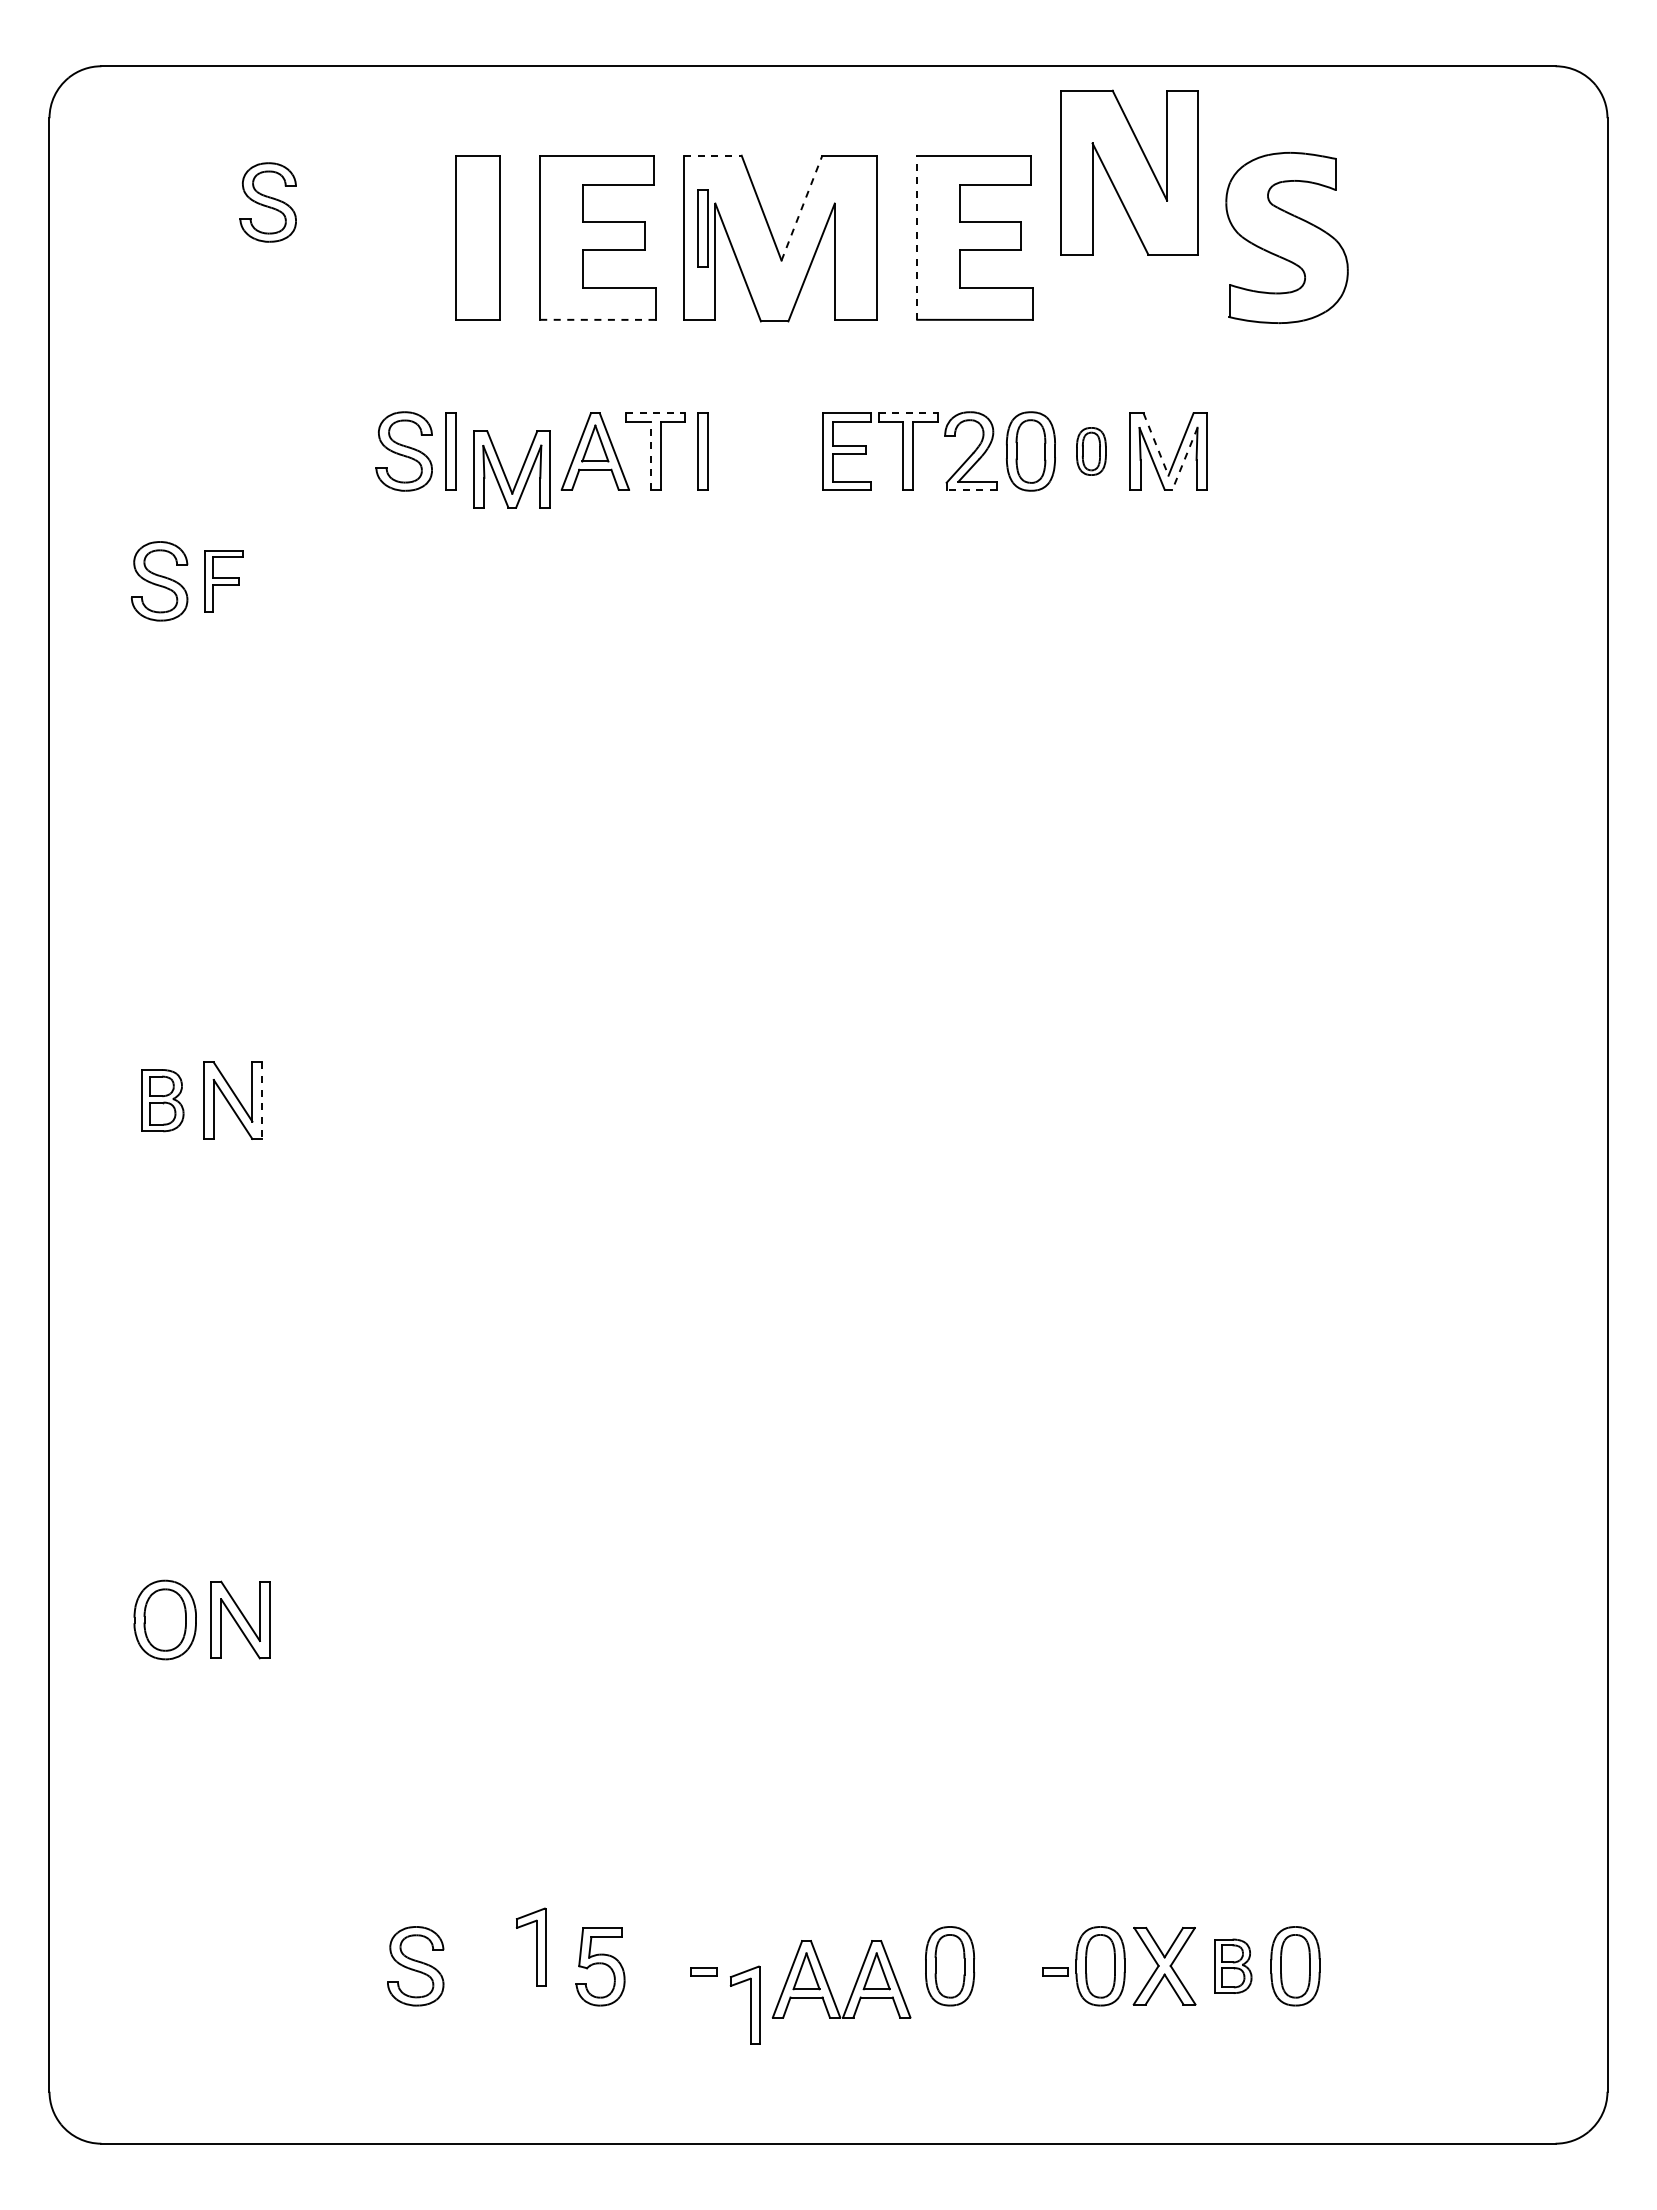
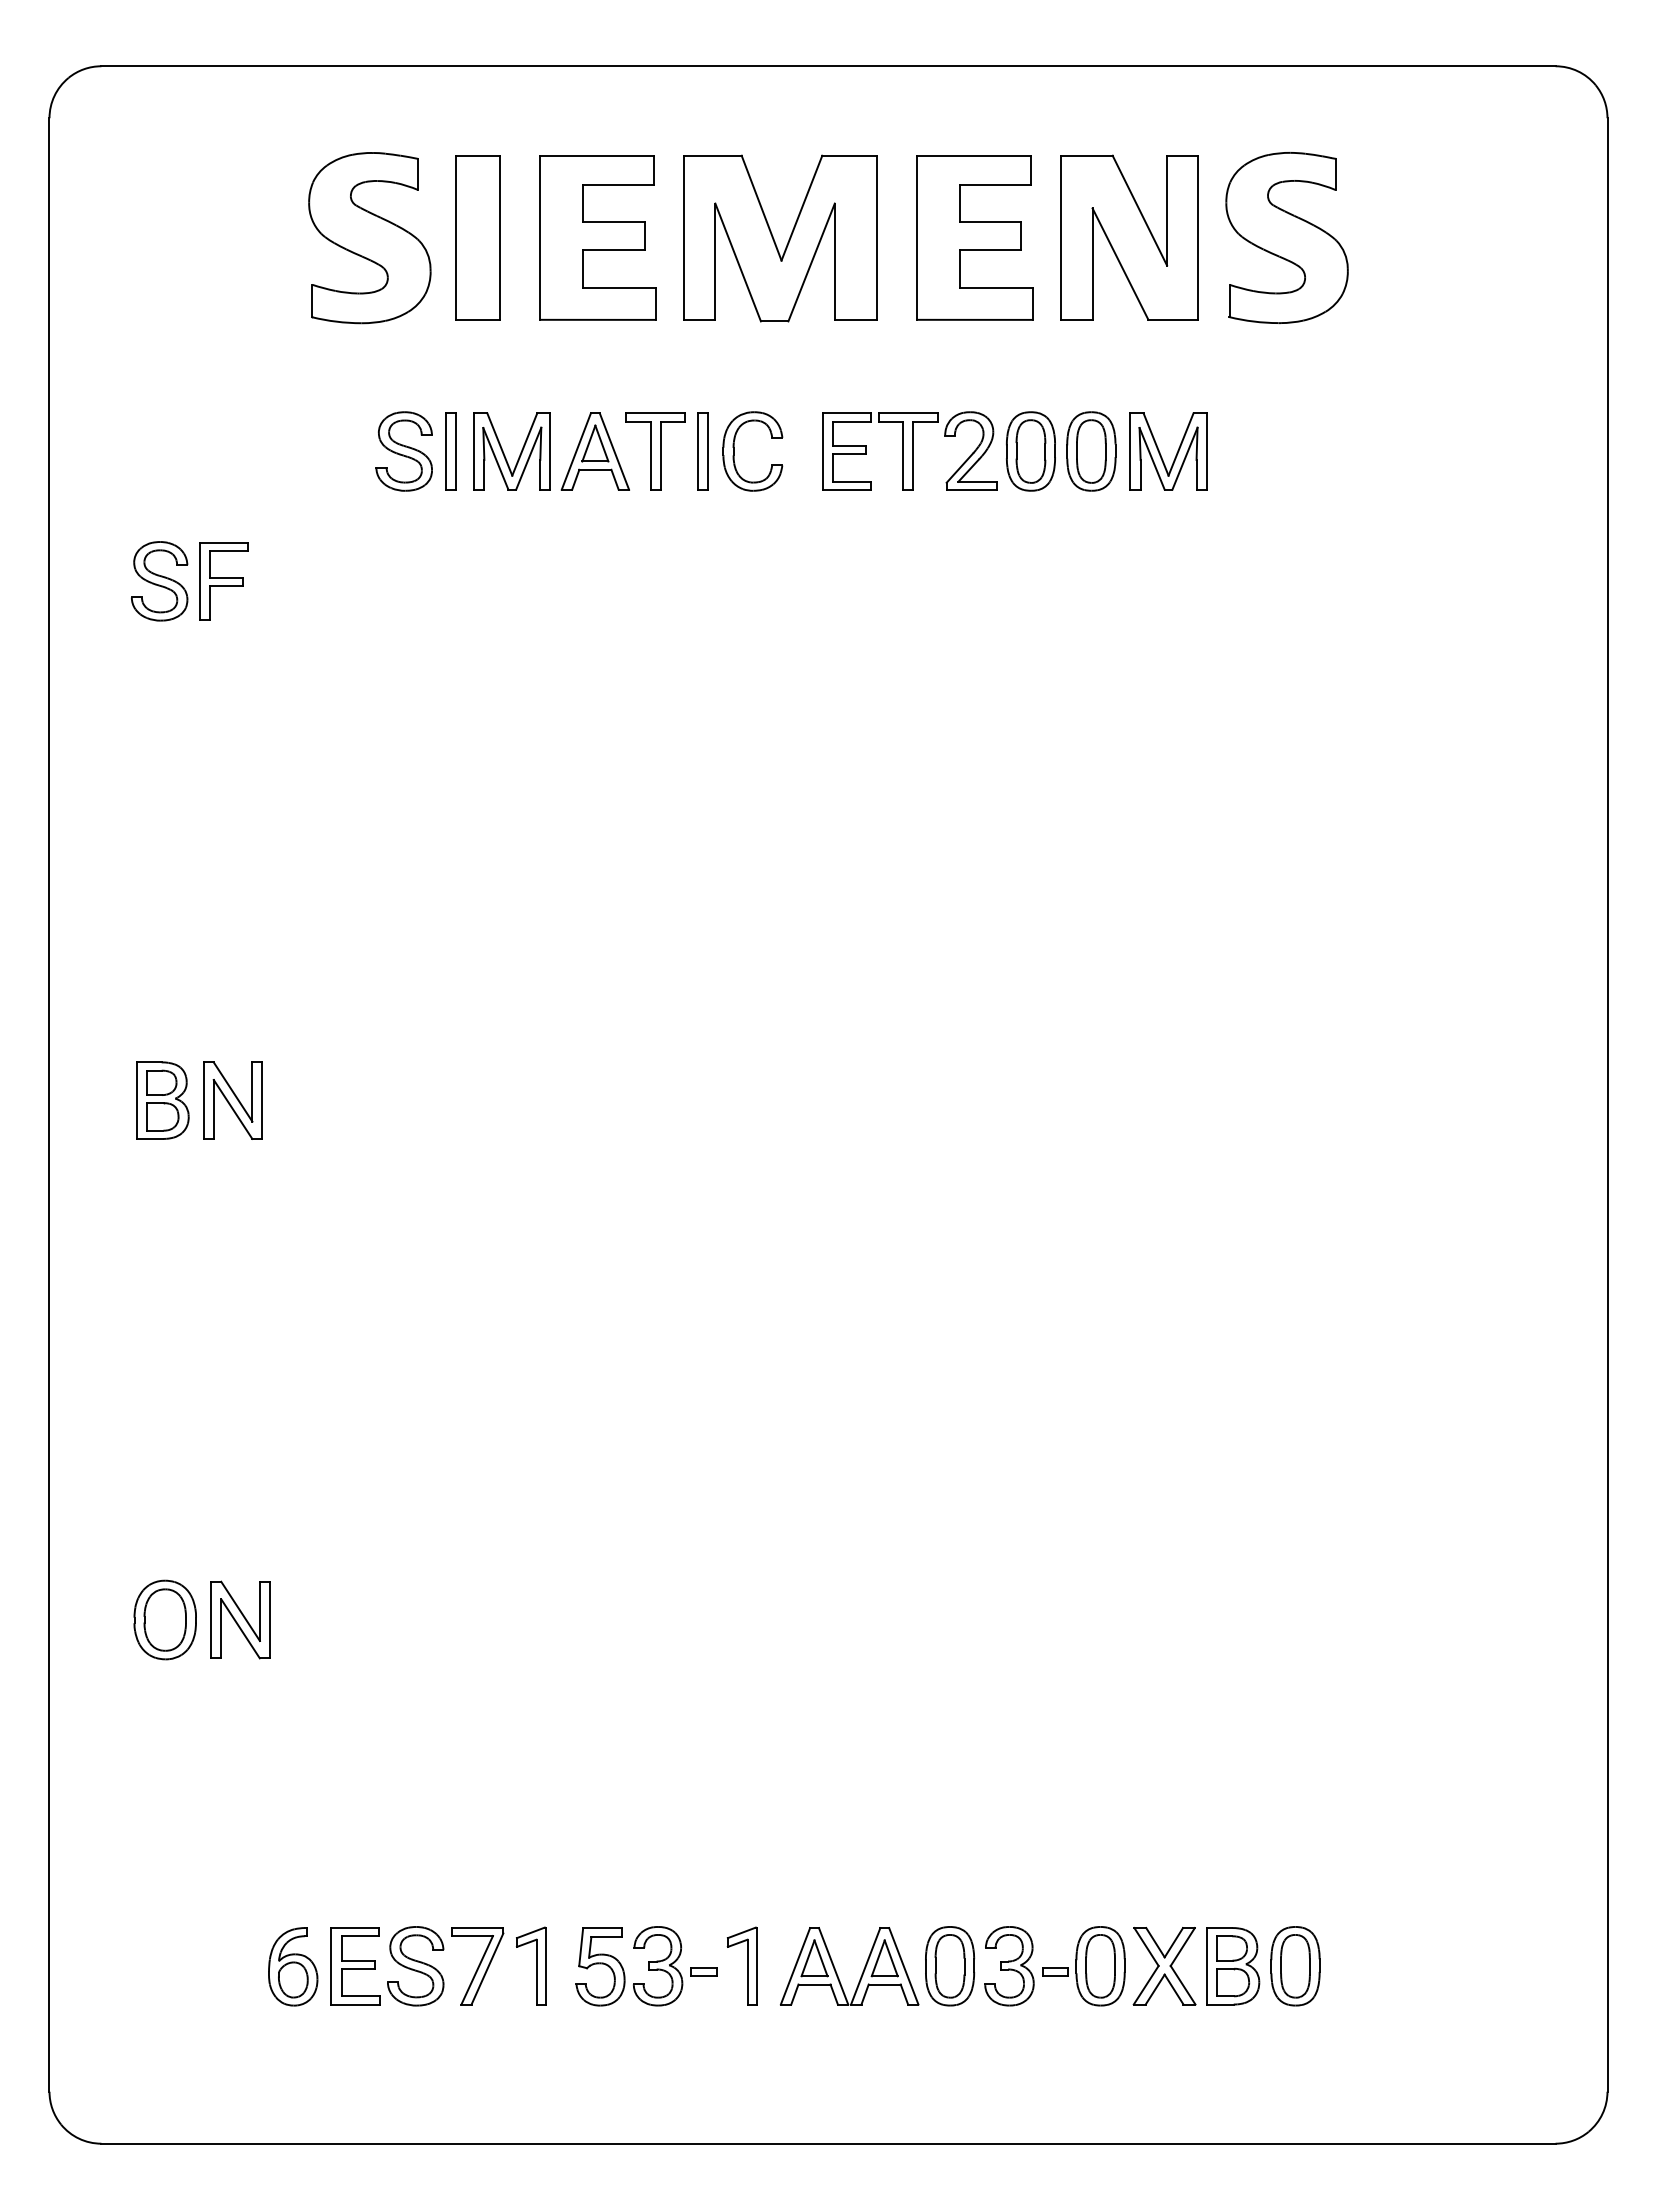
line at (713, 155): dashed -> solid
part at (1129, 172) position: (1129, 172) -> (1129, 237)
part at (267, 202): present -> none
line at (802, 207): dashed -> solid
part at (702, 228): present -> none
line at (917, 237): dashed -> solid
part at (369, 238): none -> present
line at (597, 319): dashed -> solid
line at (655, 413): dashed -> solid
line at (908, 413): dashed -> solid
line at (1156, 444): dashed -> solid
part at (734, 451): none -> present
part at (1091, 451) size: 31x49 px -> 51x81 px
line at (650, 455): dashed -> solid
line at (1184, 459): dashed -> solid
part at (505, 473) position: (505, 473) -> (505, 455)
line at (971, 489): dashed -> solid
part at (223, 581) size: 40x63 px -> 50x79 px
part at (162, 1100) size: 44x64 px -> 54x79 px
line at (262, 1101): dashed -> solid
part at (531, 1946) position: (531, 1946) -> (531, 1965)
part at (1233, 1965) size: 39x56 px -> 55x79 px
part at (293, 1966): none -> present
part at (355, 1966): none -> present
part at (477, 1966): none -> present
part at (658, 1966): none -> present
part at (1009, 1966): none -> present
part at (828, 1983) position: (828, 1983) -> (836, 1970)
part at (744, 2004) position: (744, 2004) -> (741, 1965)
